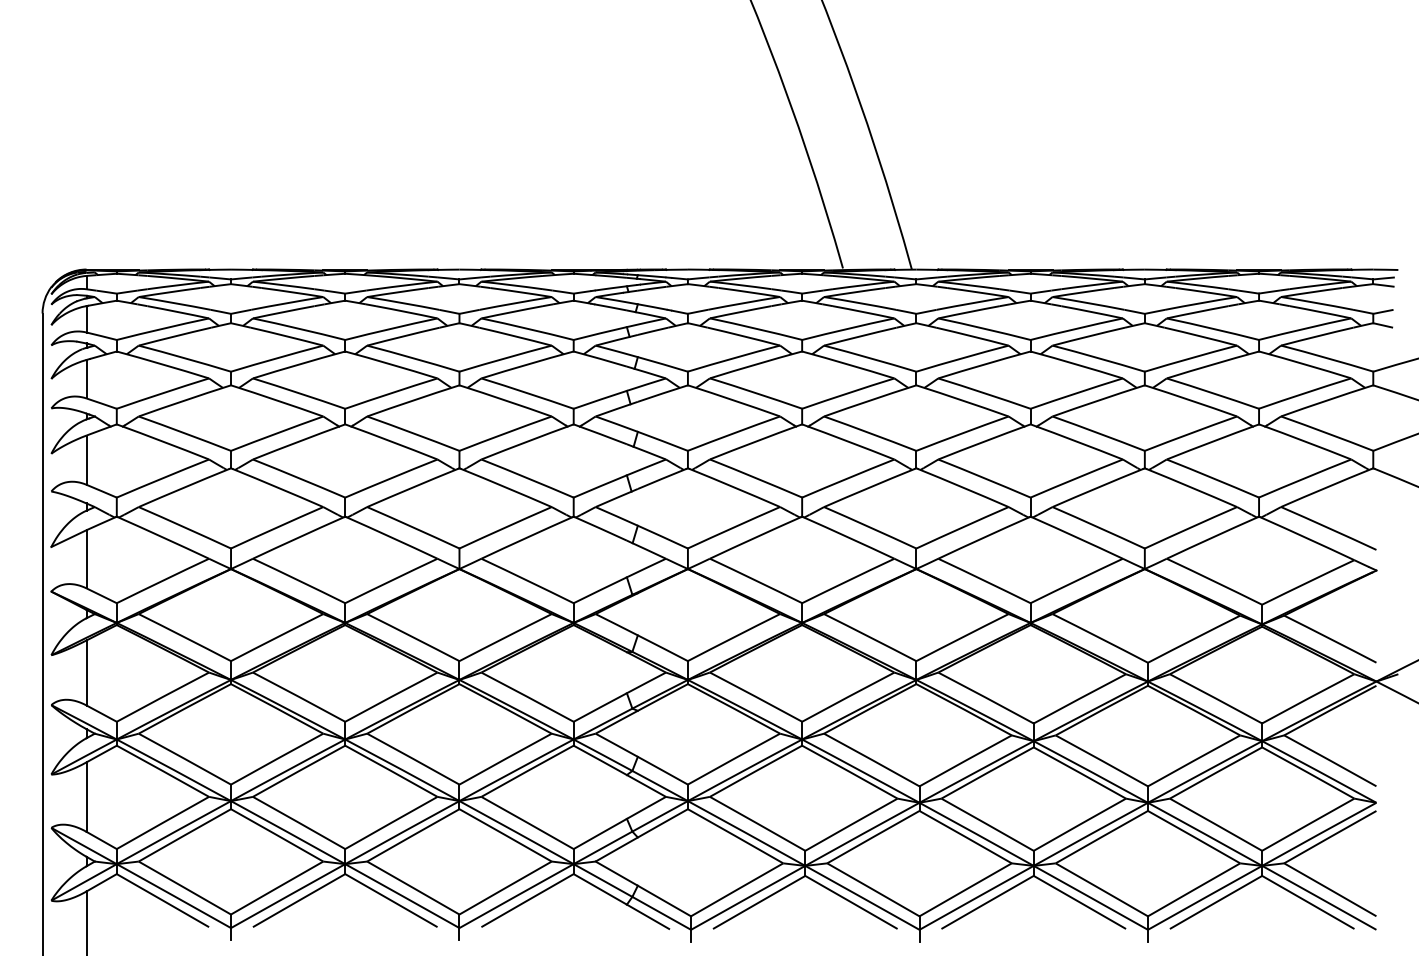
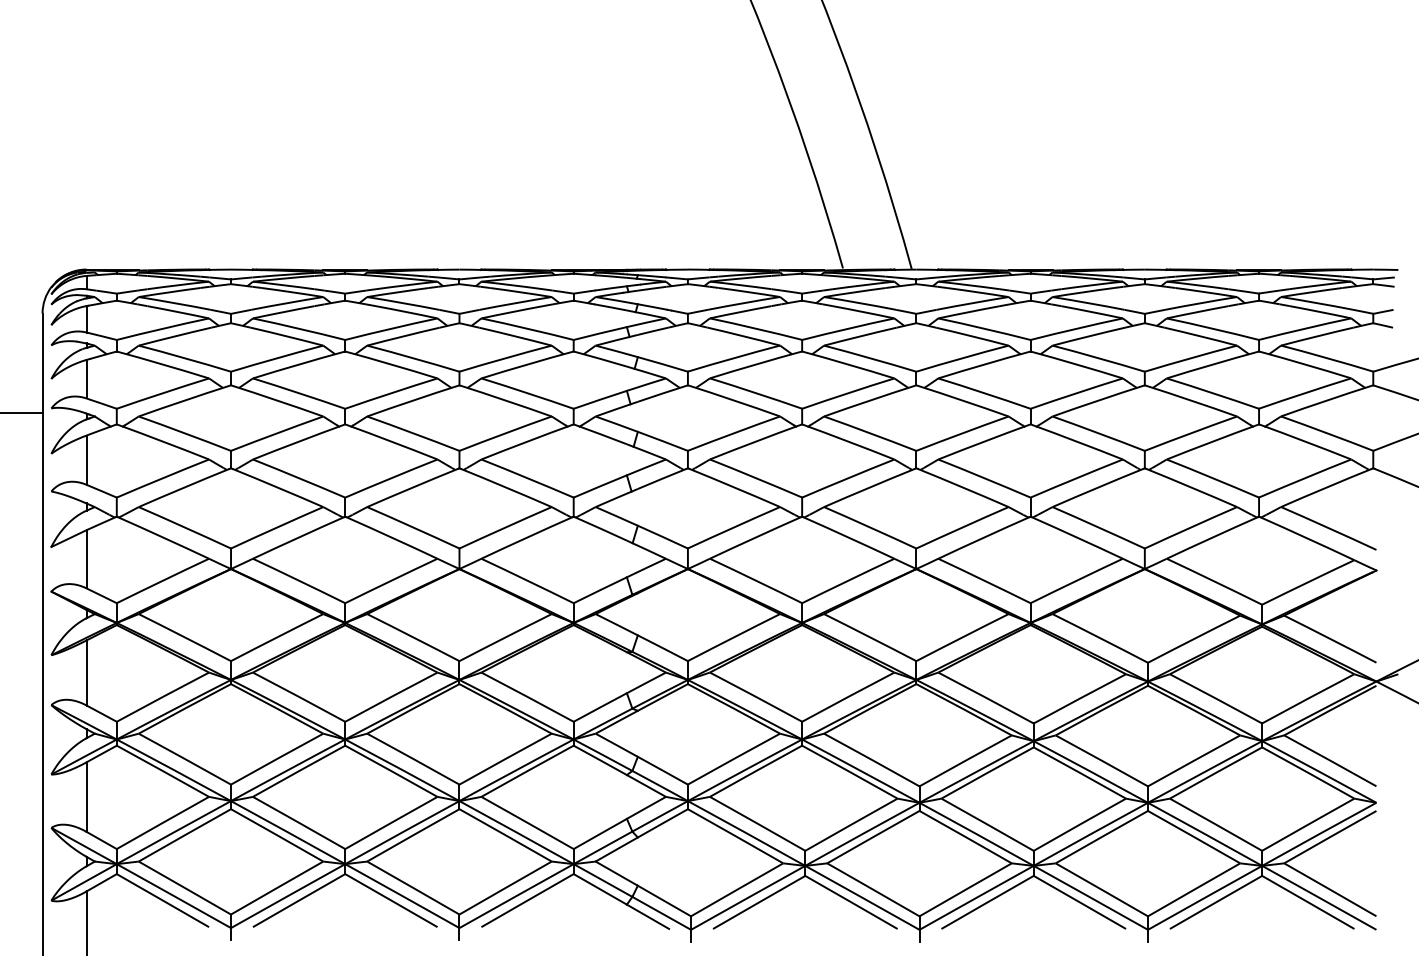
line at (22, 412): none -> present
